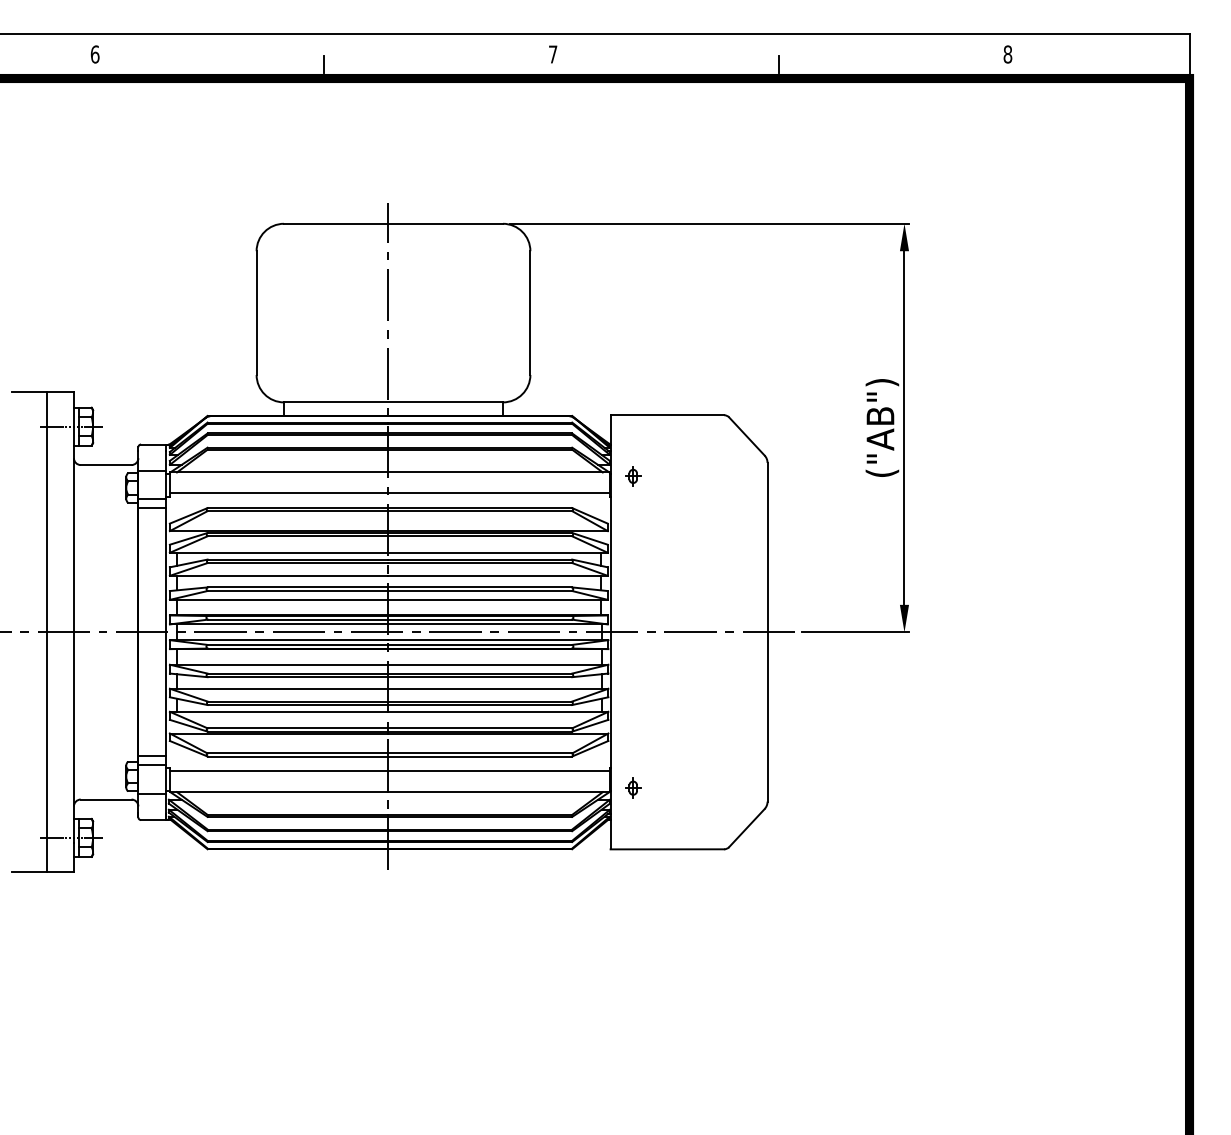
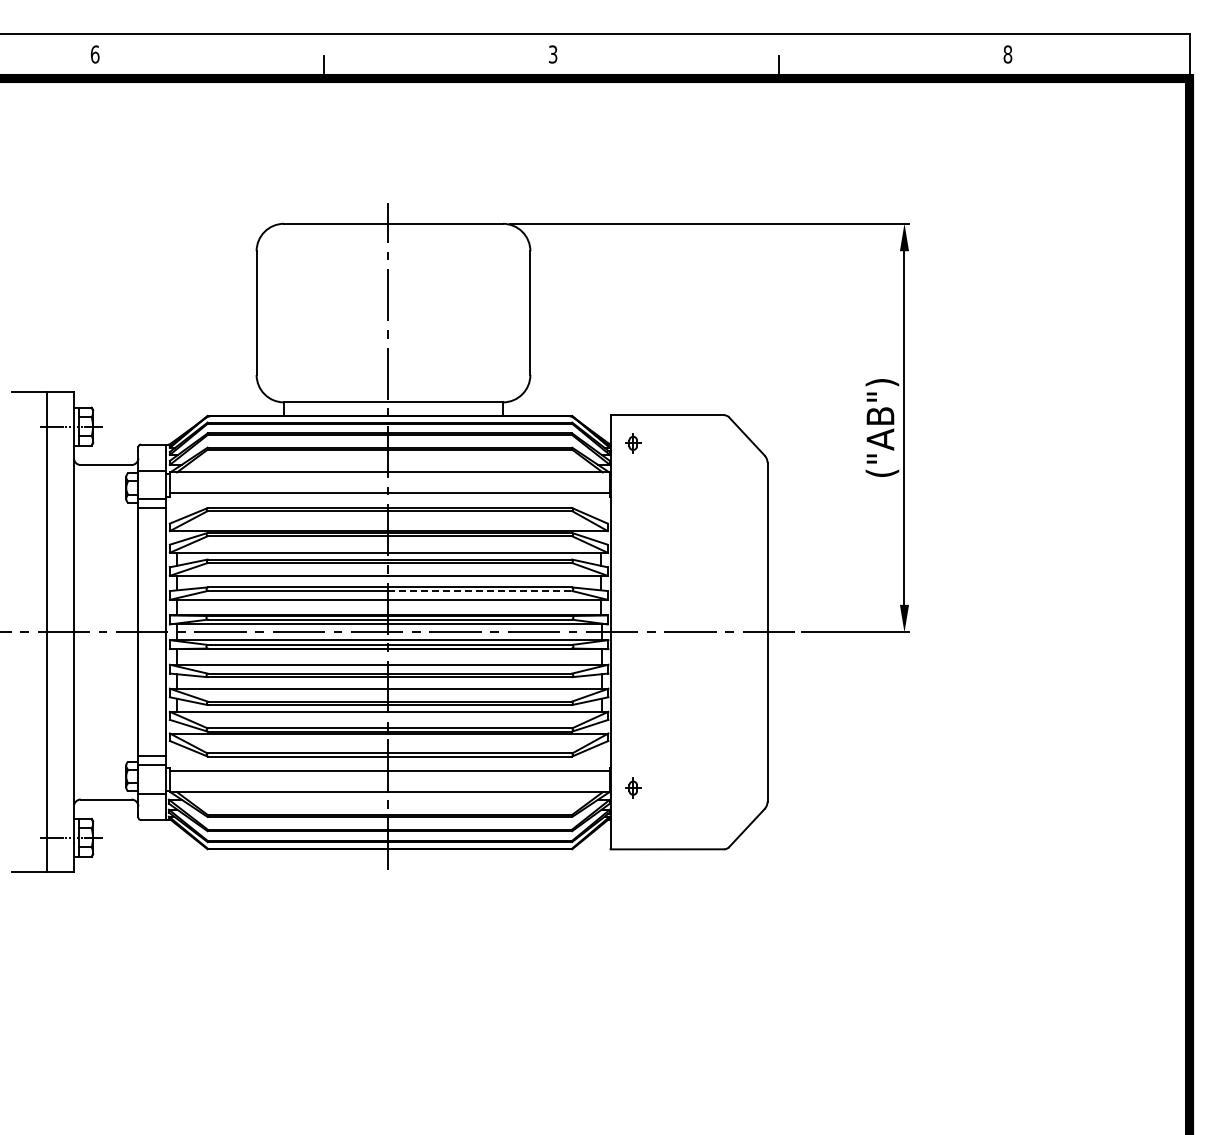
text at (553, 54): 7 -> 3
part at (633, 476) position: (633, 476) -> (633, 443)
line at (480, 591): solid -> dashed
